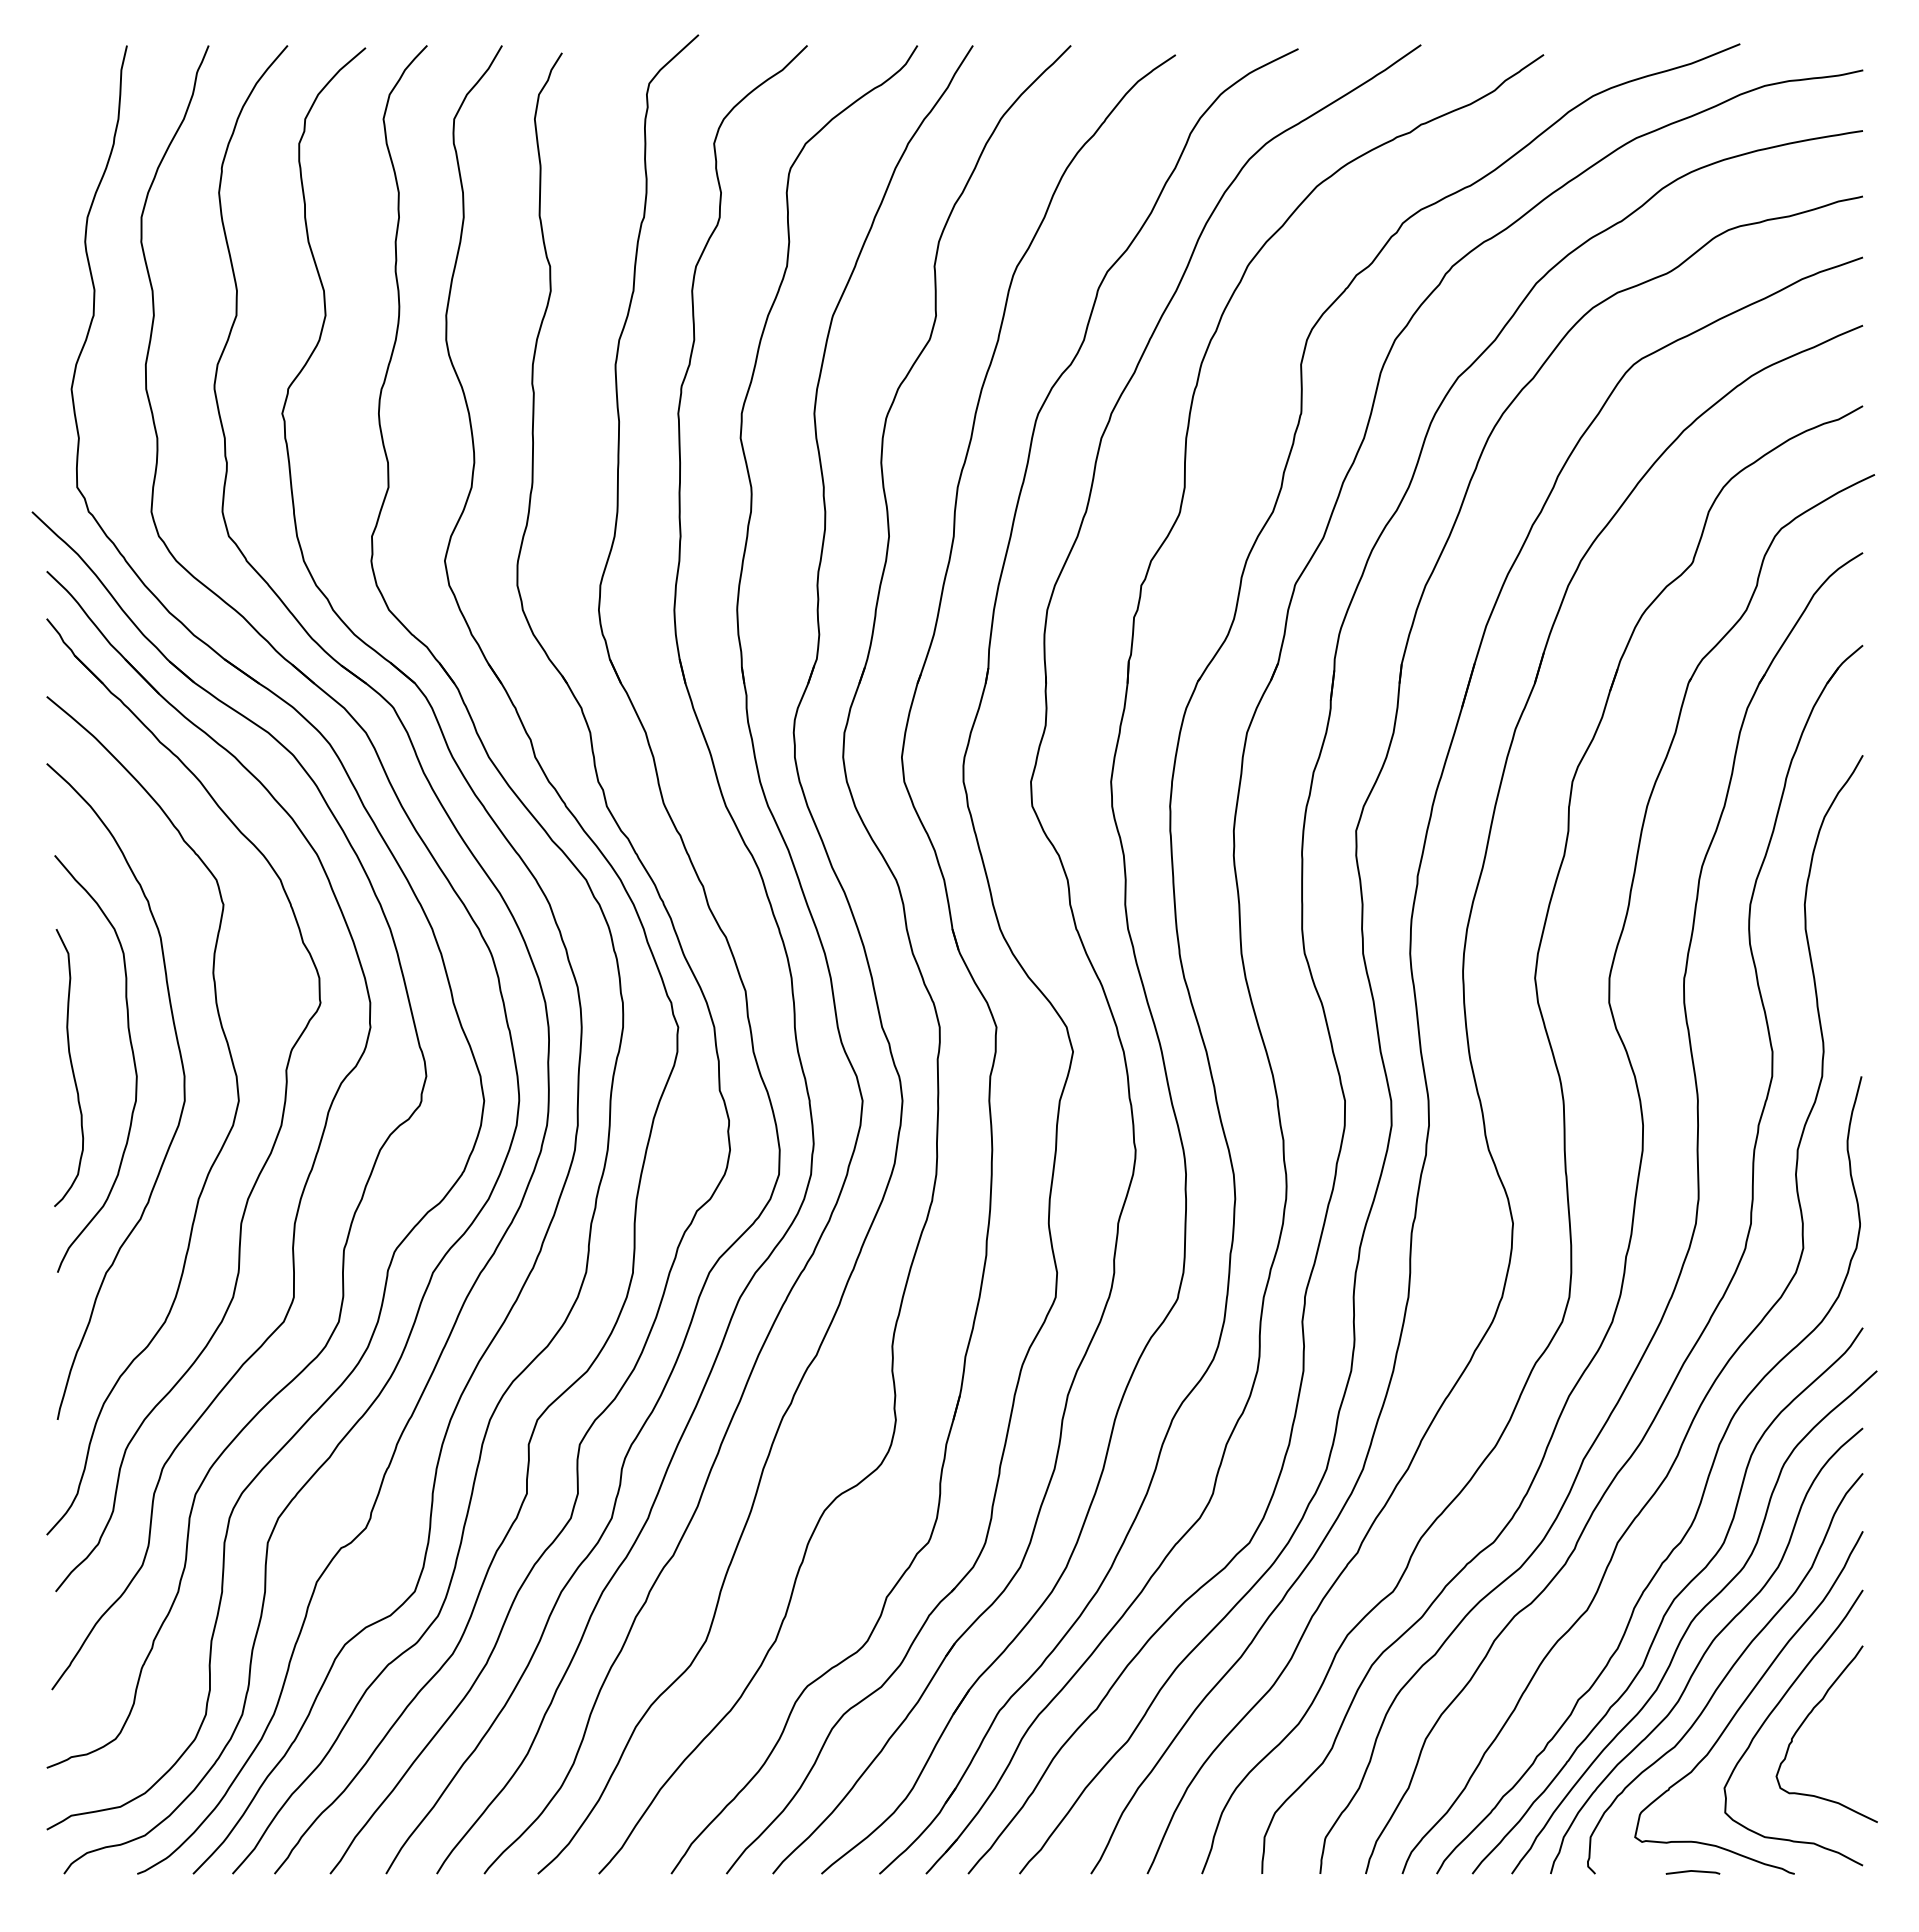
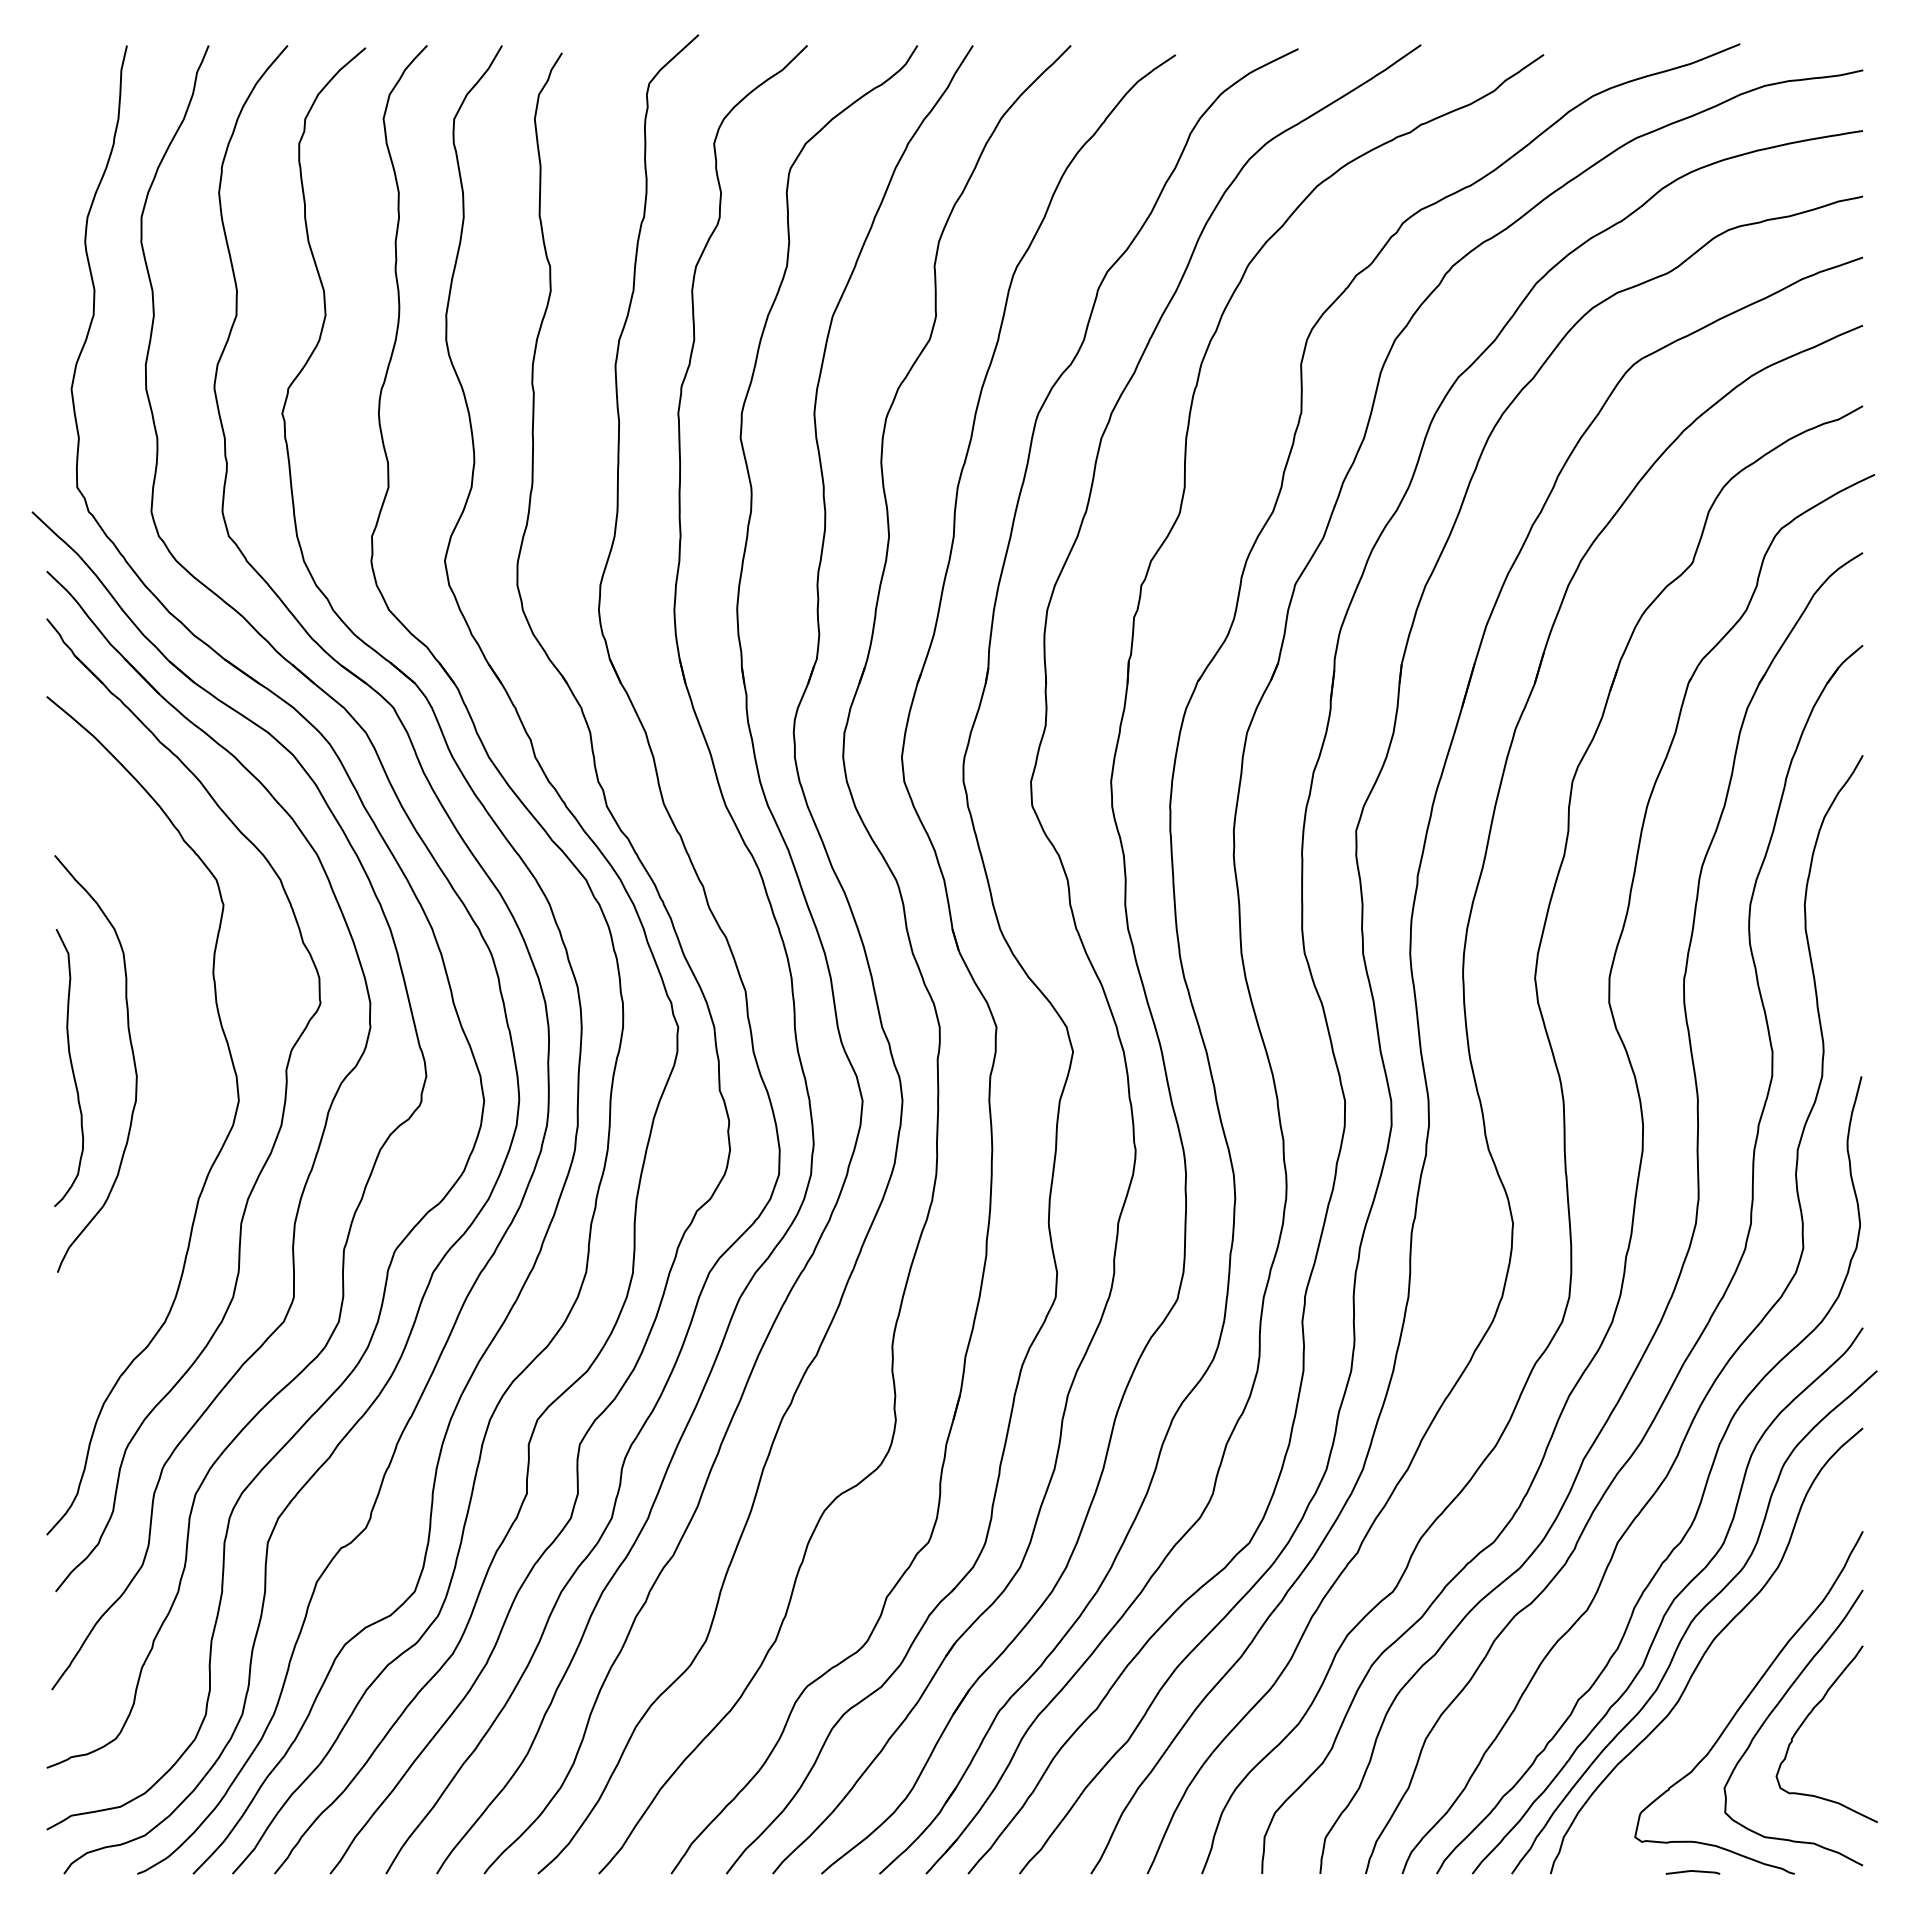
curve at (183, 1091): present -> none
curve at (1726, 1673): present -> none
